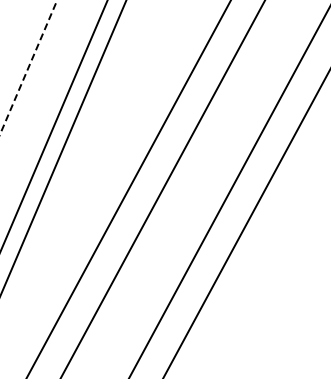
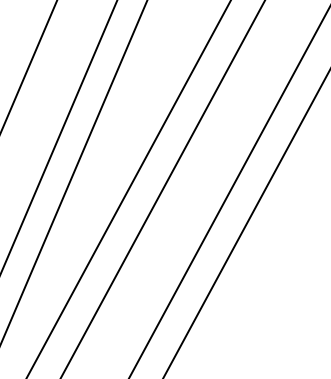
line at (28, 67): dashed -> solid
line at (54, 124) position: (54, 124) -> (59, 136)
line at (63, 146) position: (63, 146) -> (74, 171)
